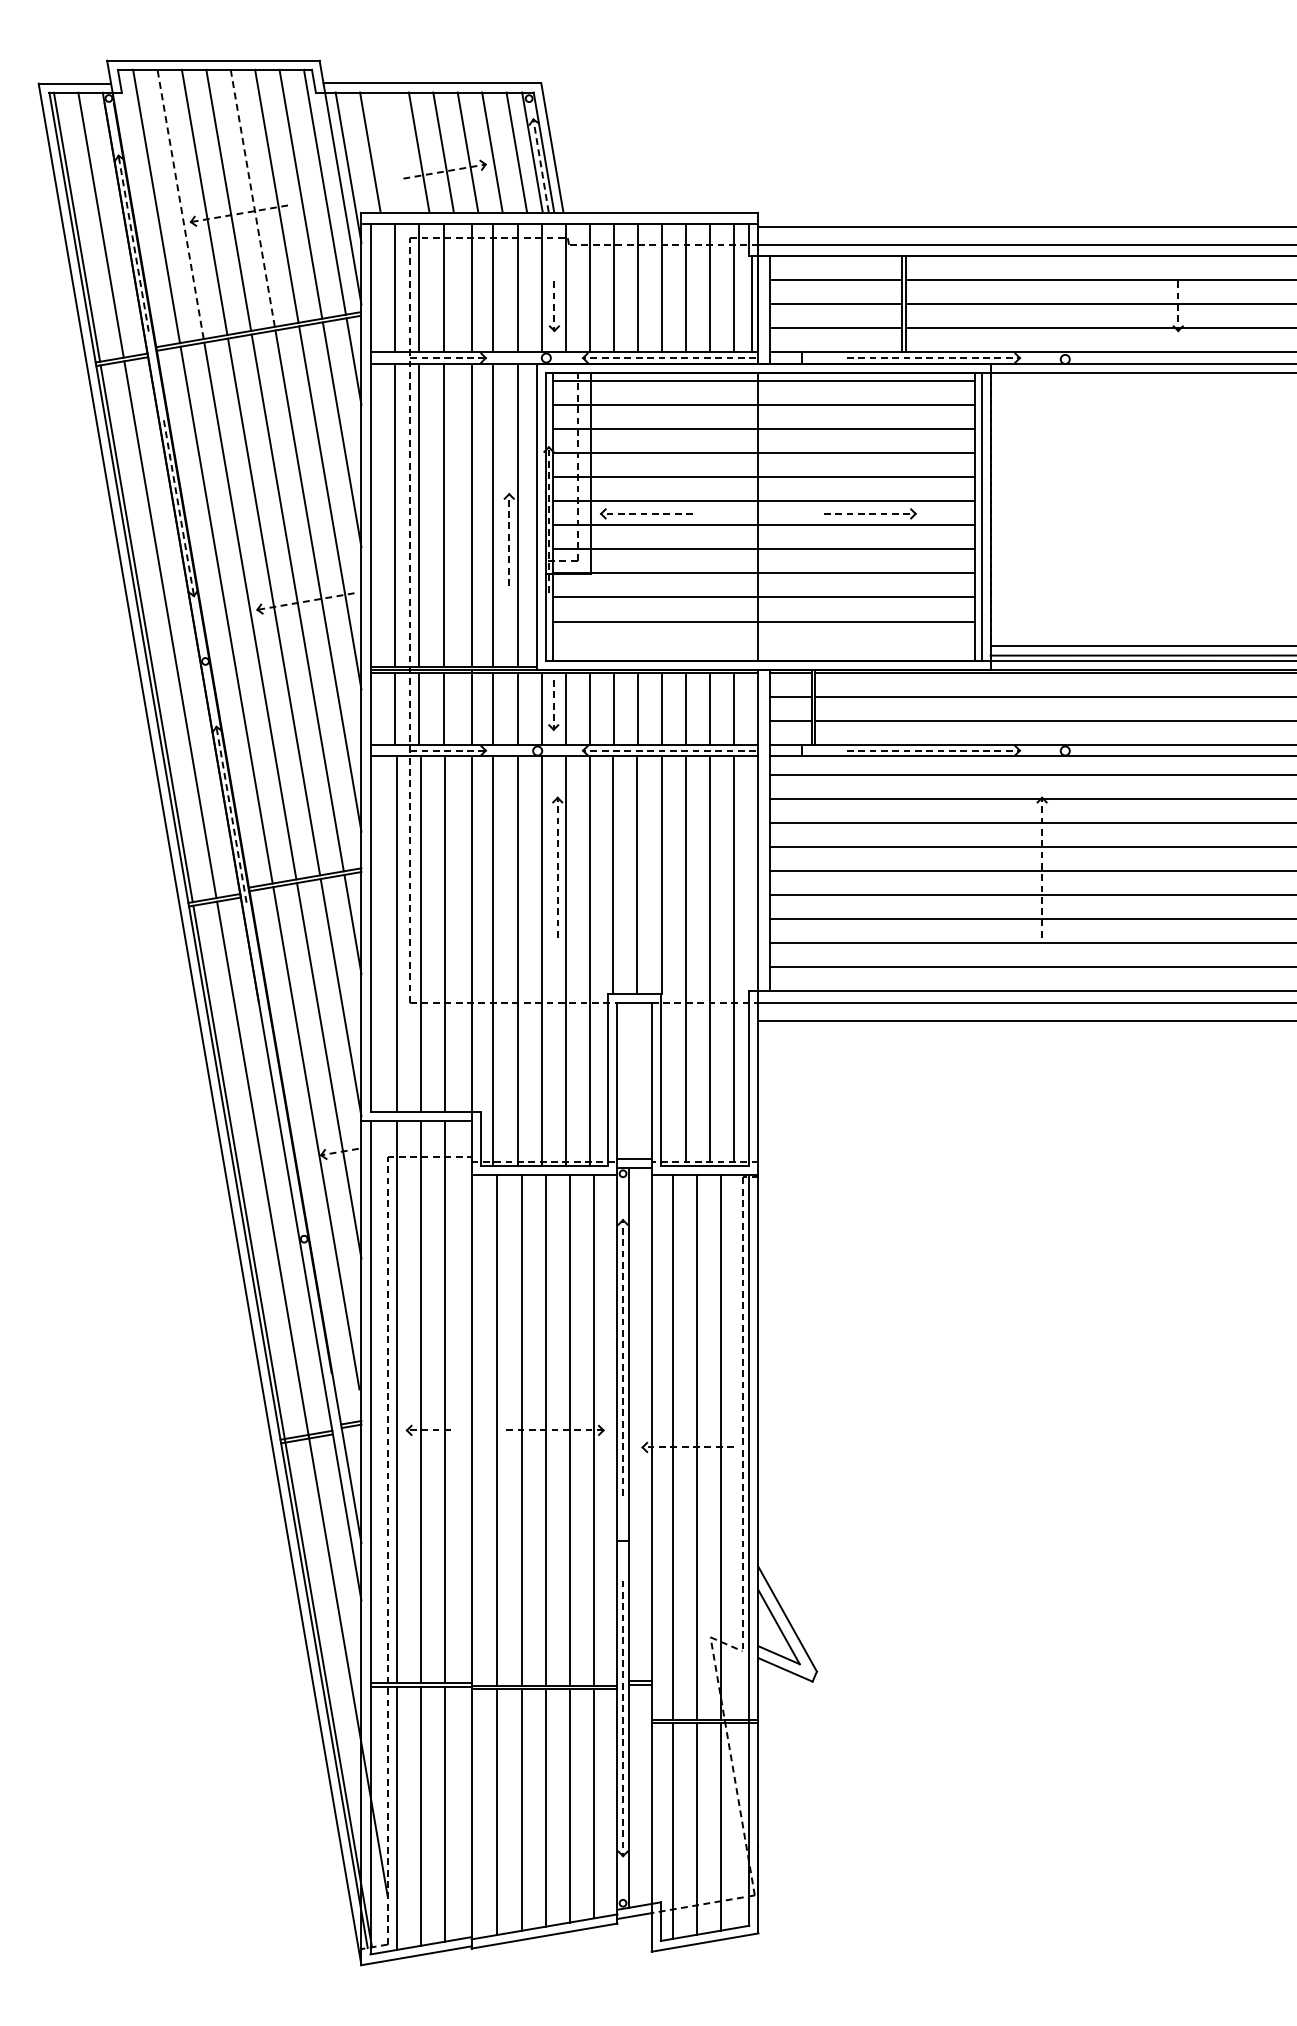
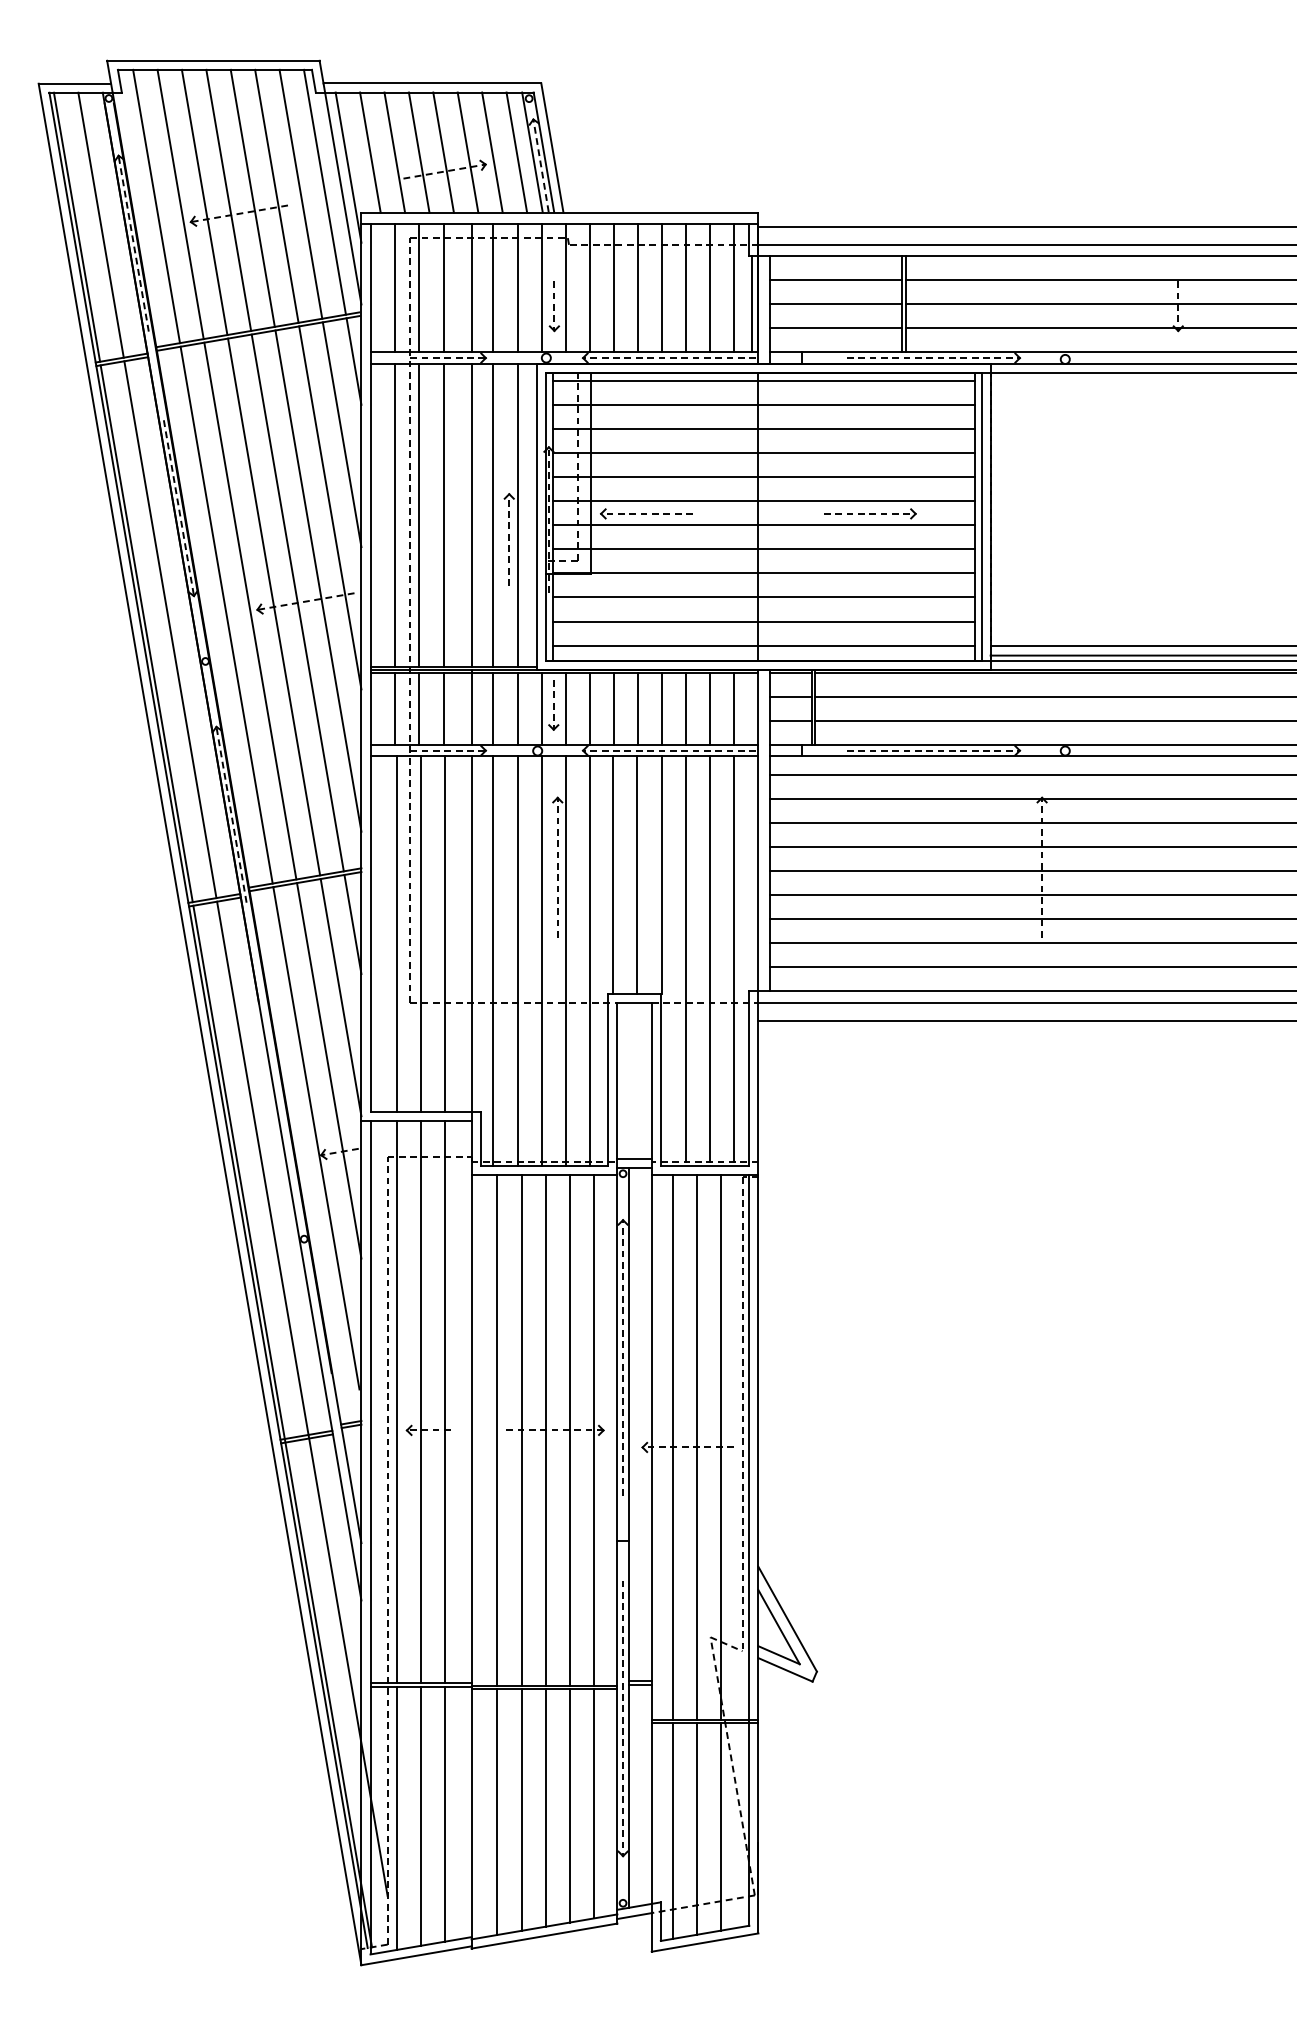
line at (394, 152): none -> present
line at (252, 197): dashed -> solid
line at (180, 204): dashed -> solid
line at (763, 645): none -> present
